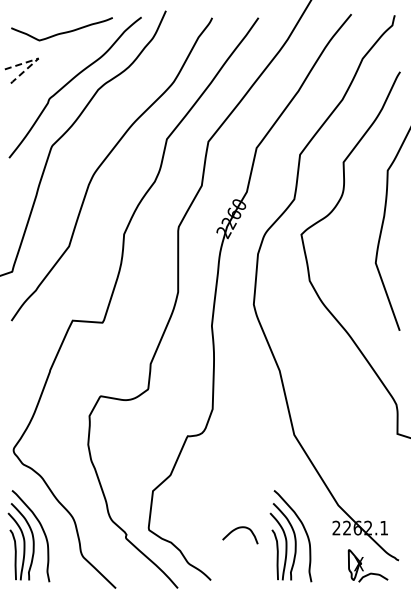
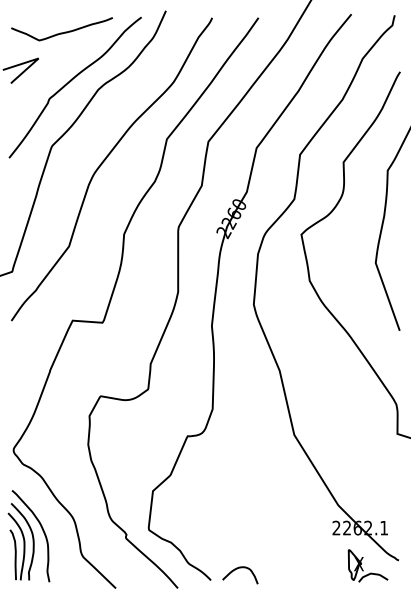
line at (38, 58): dashed -> solid
curve at (237, 529) position: (237, 529) -> (237, 569)
part at (290, 536): present -> none
